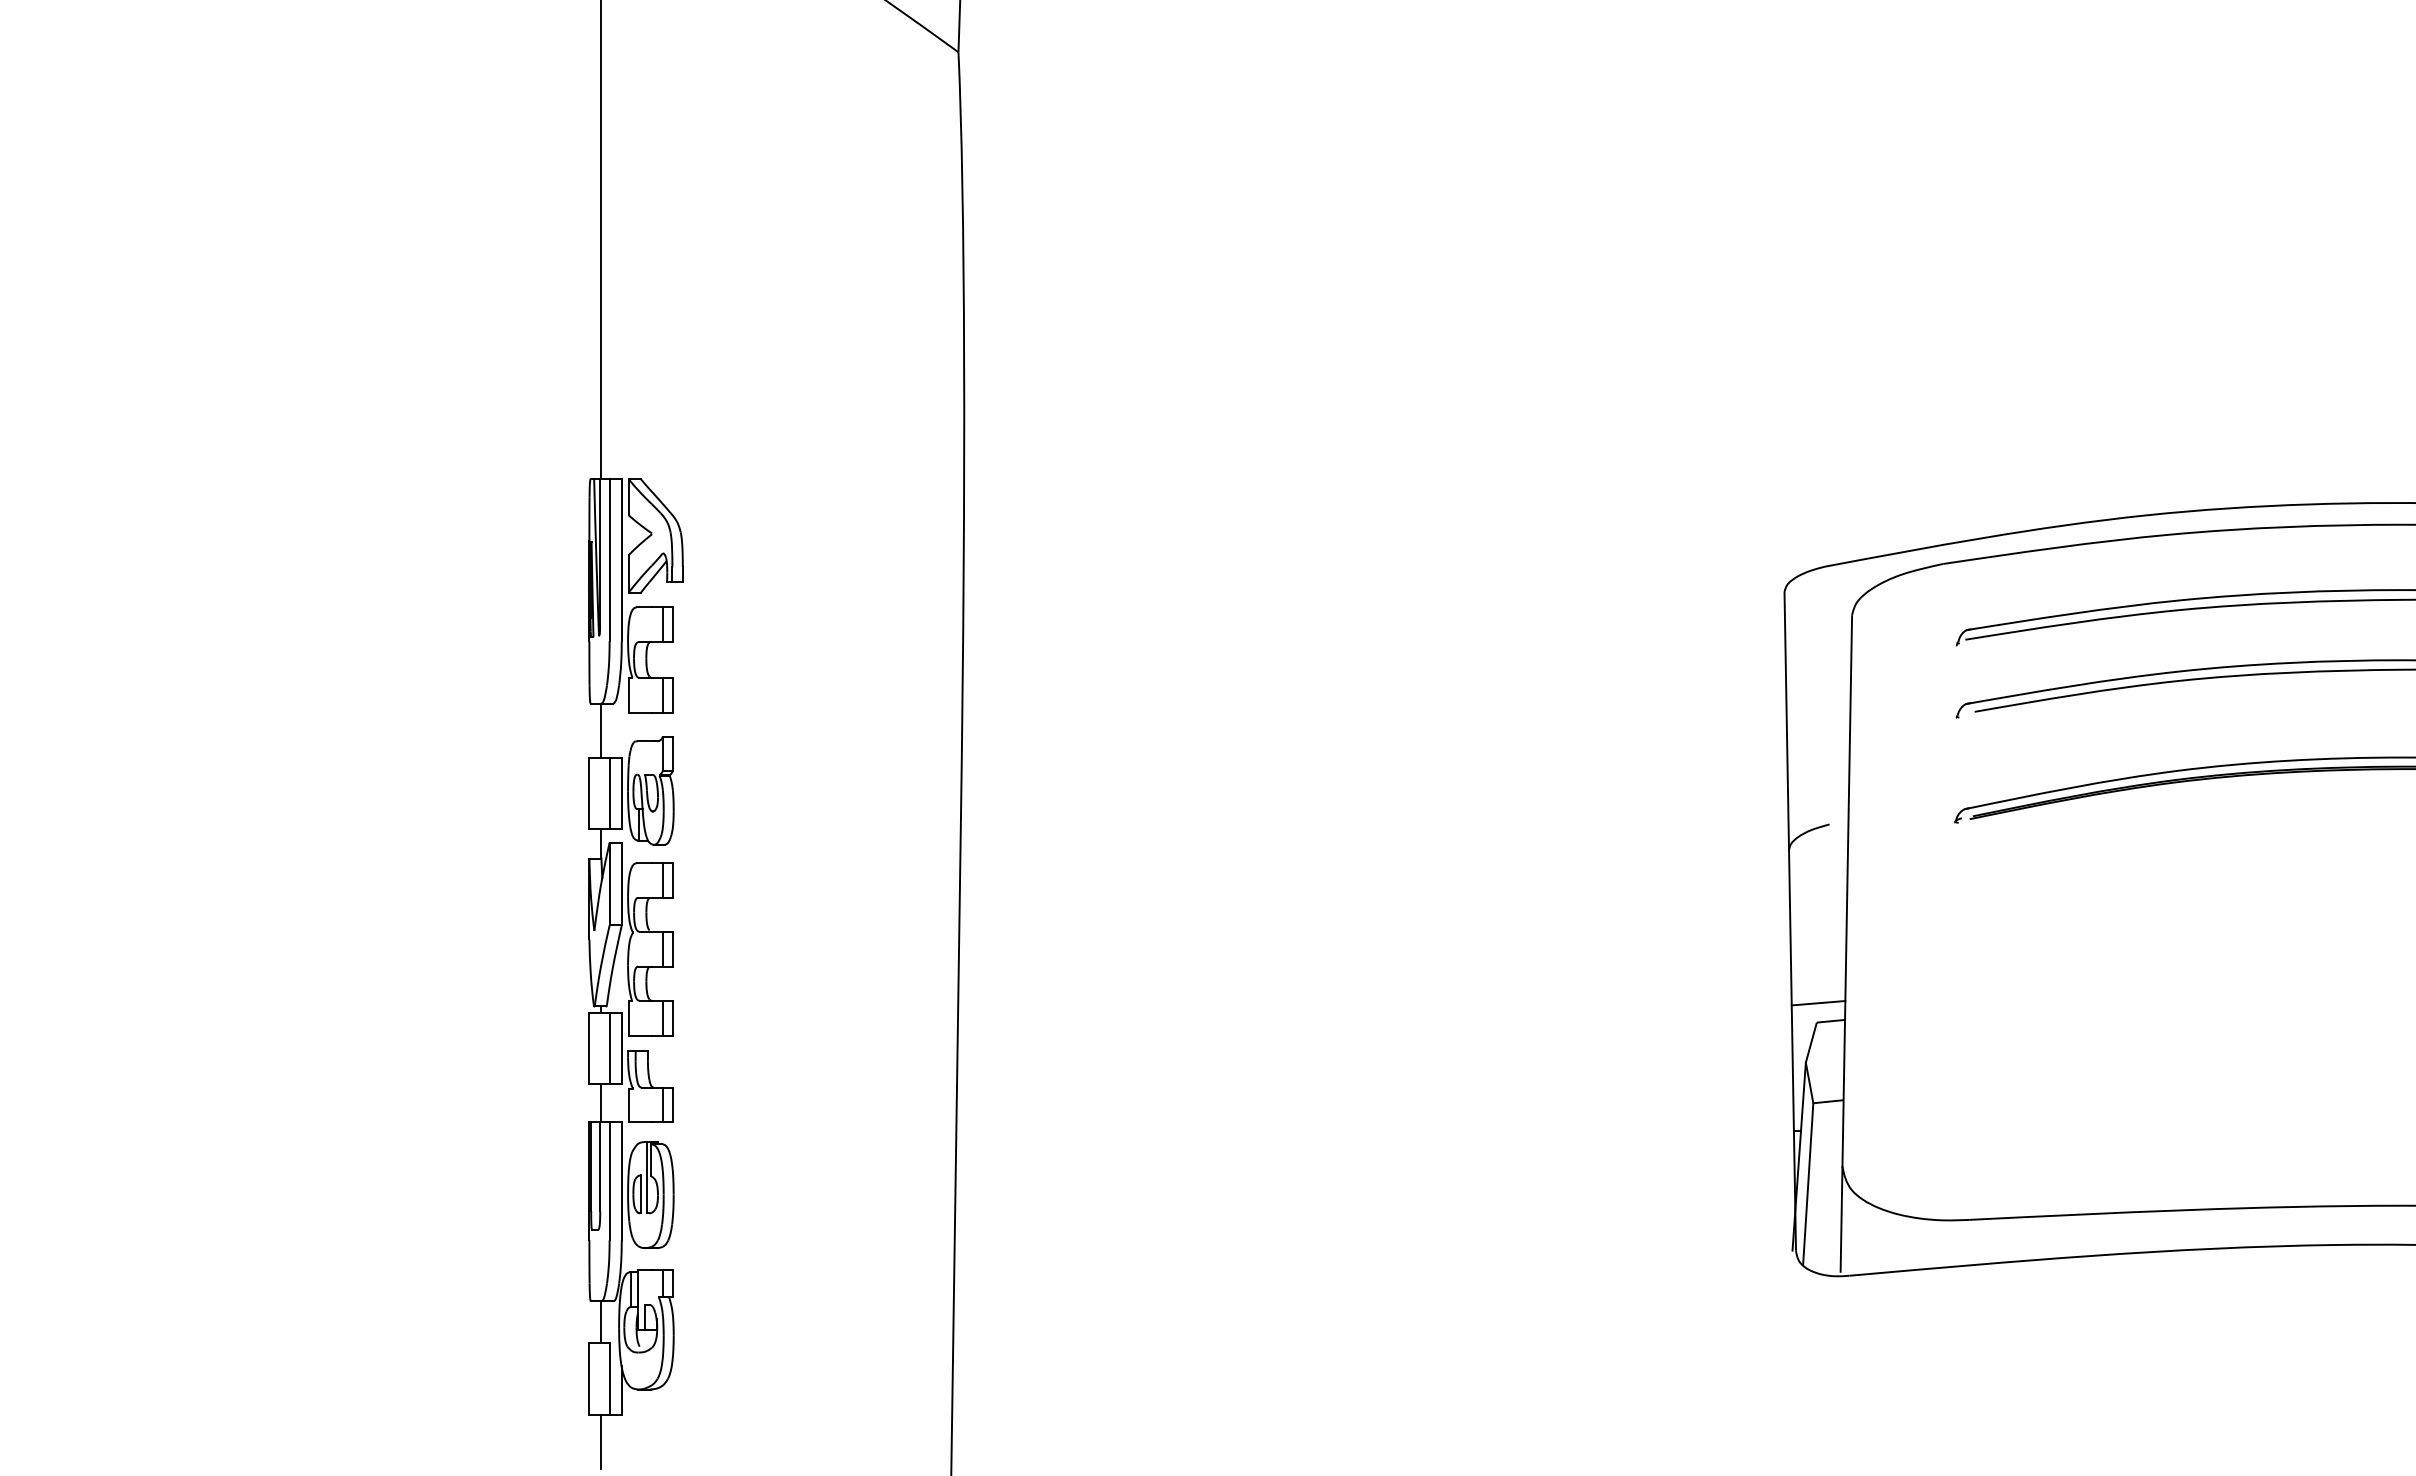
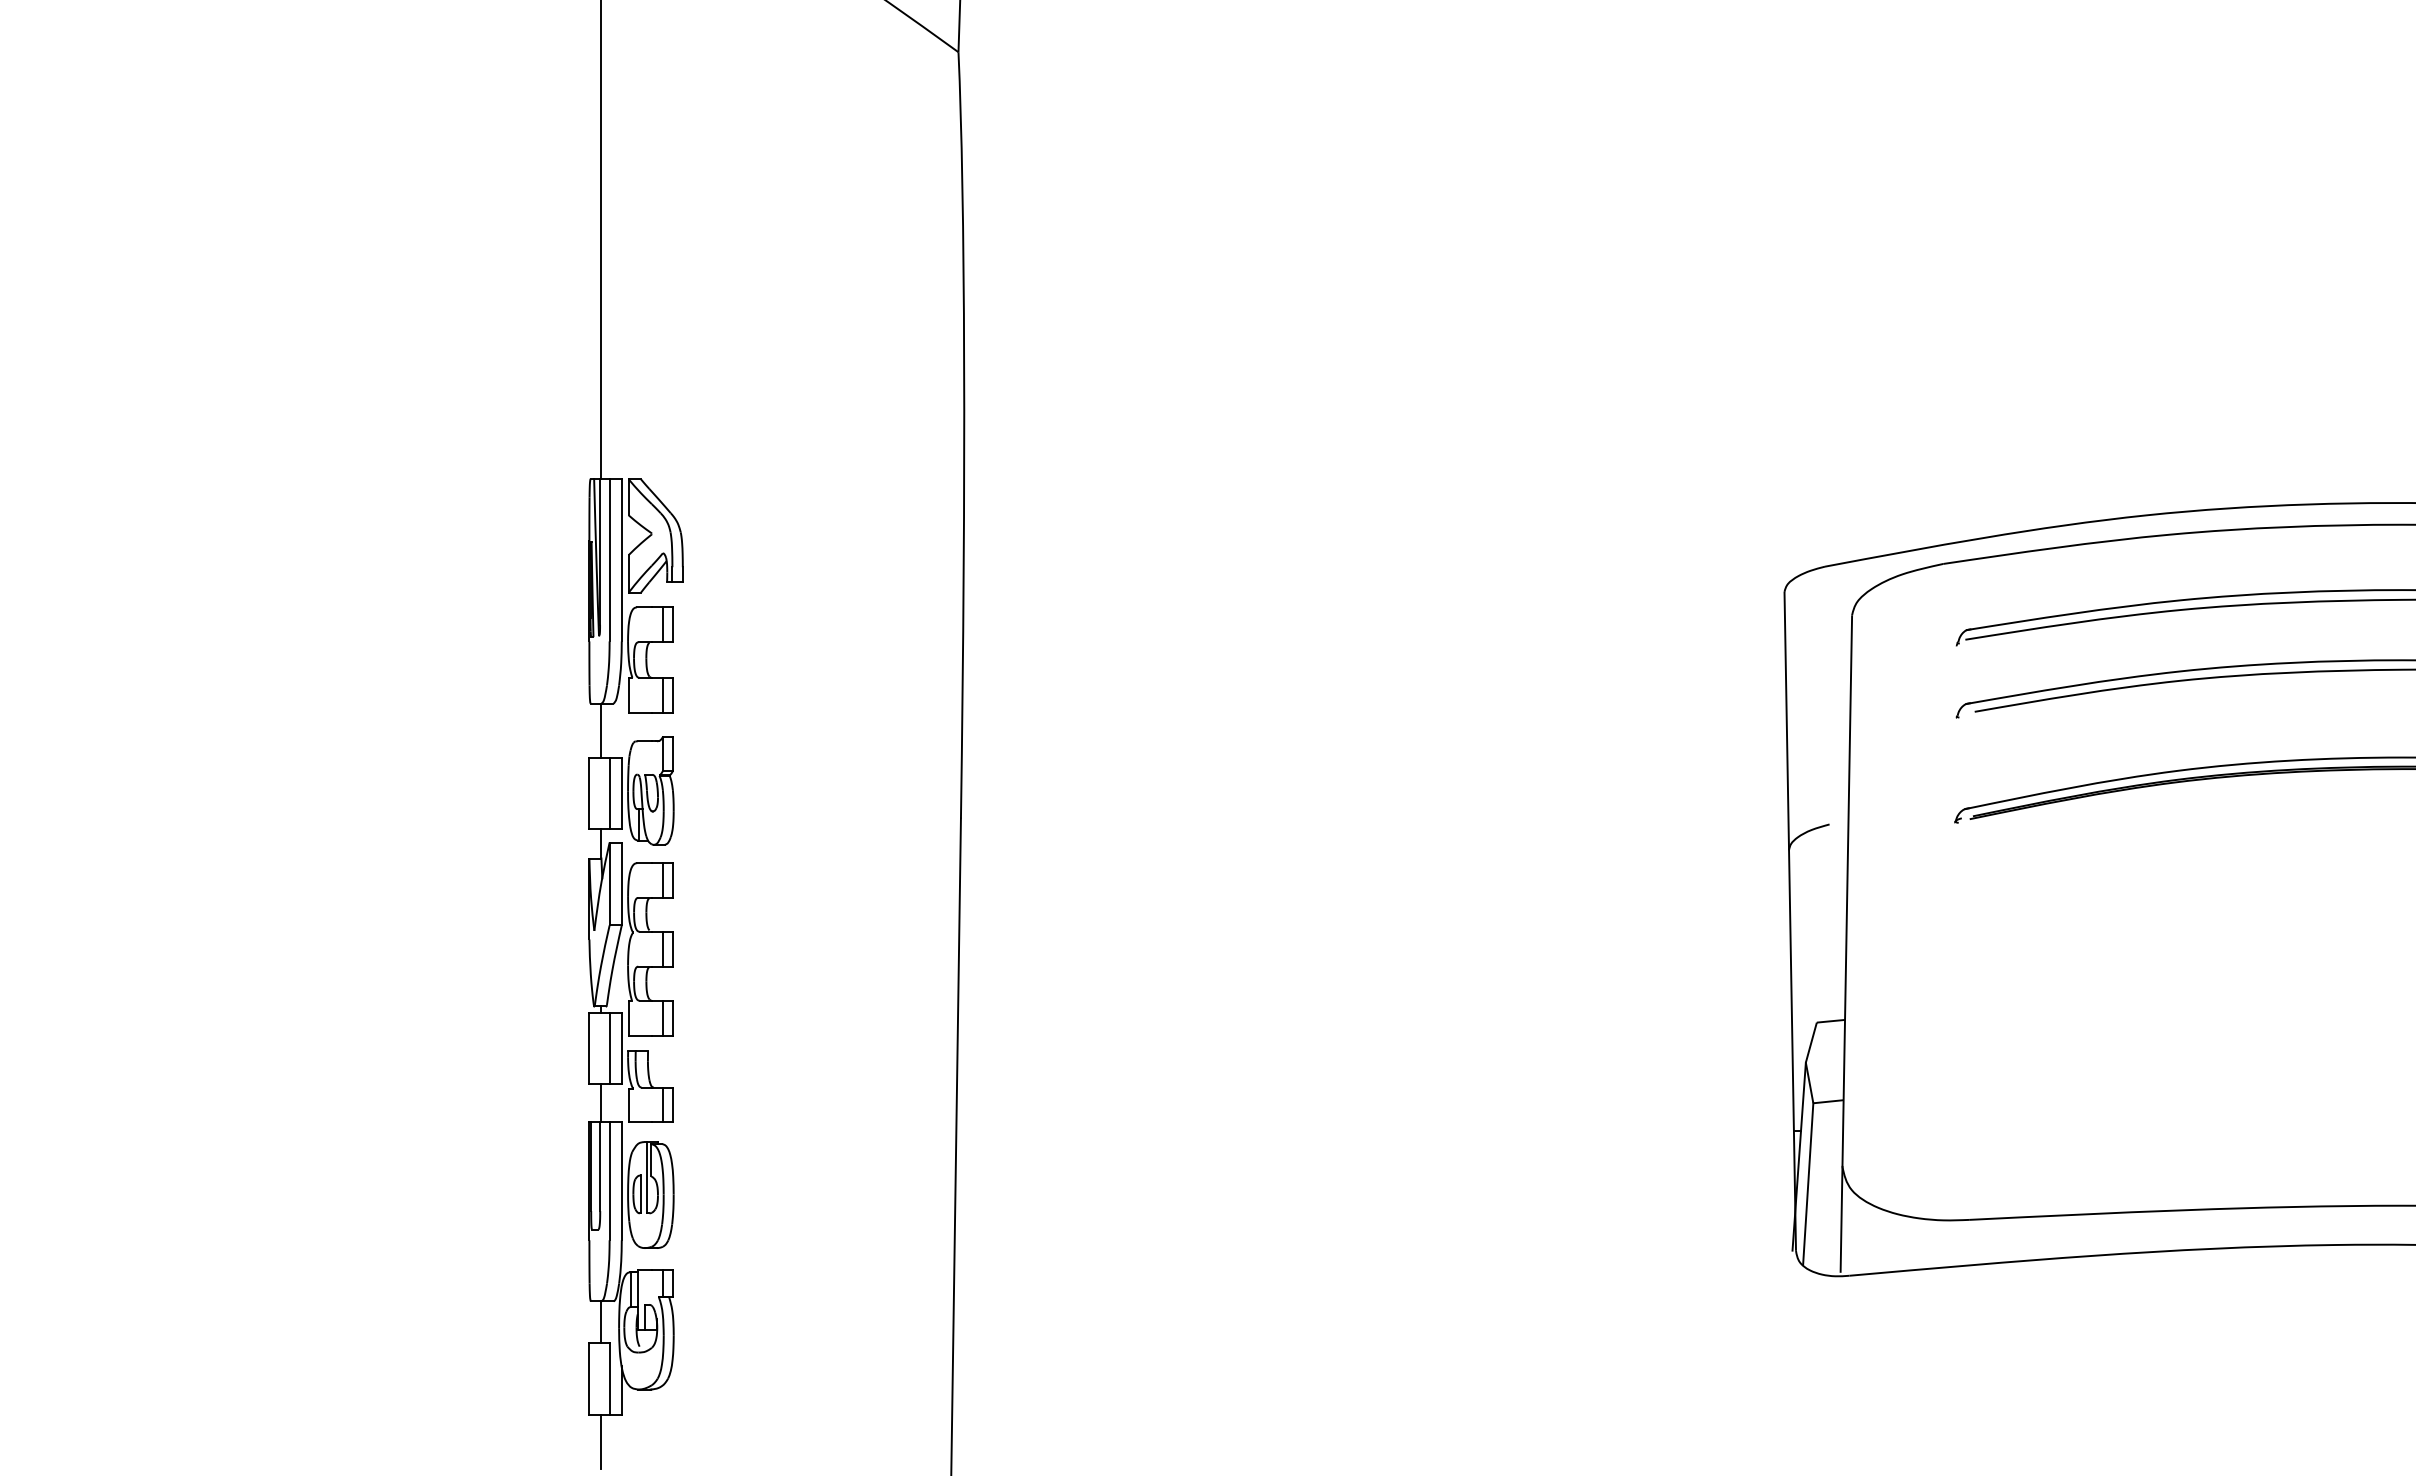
line at (1818, 1003): present -> none
